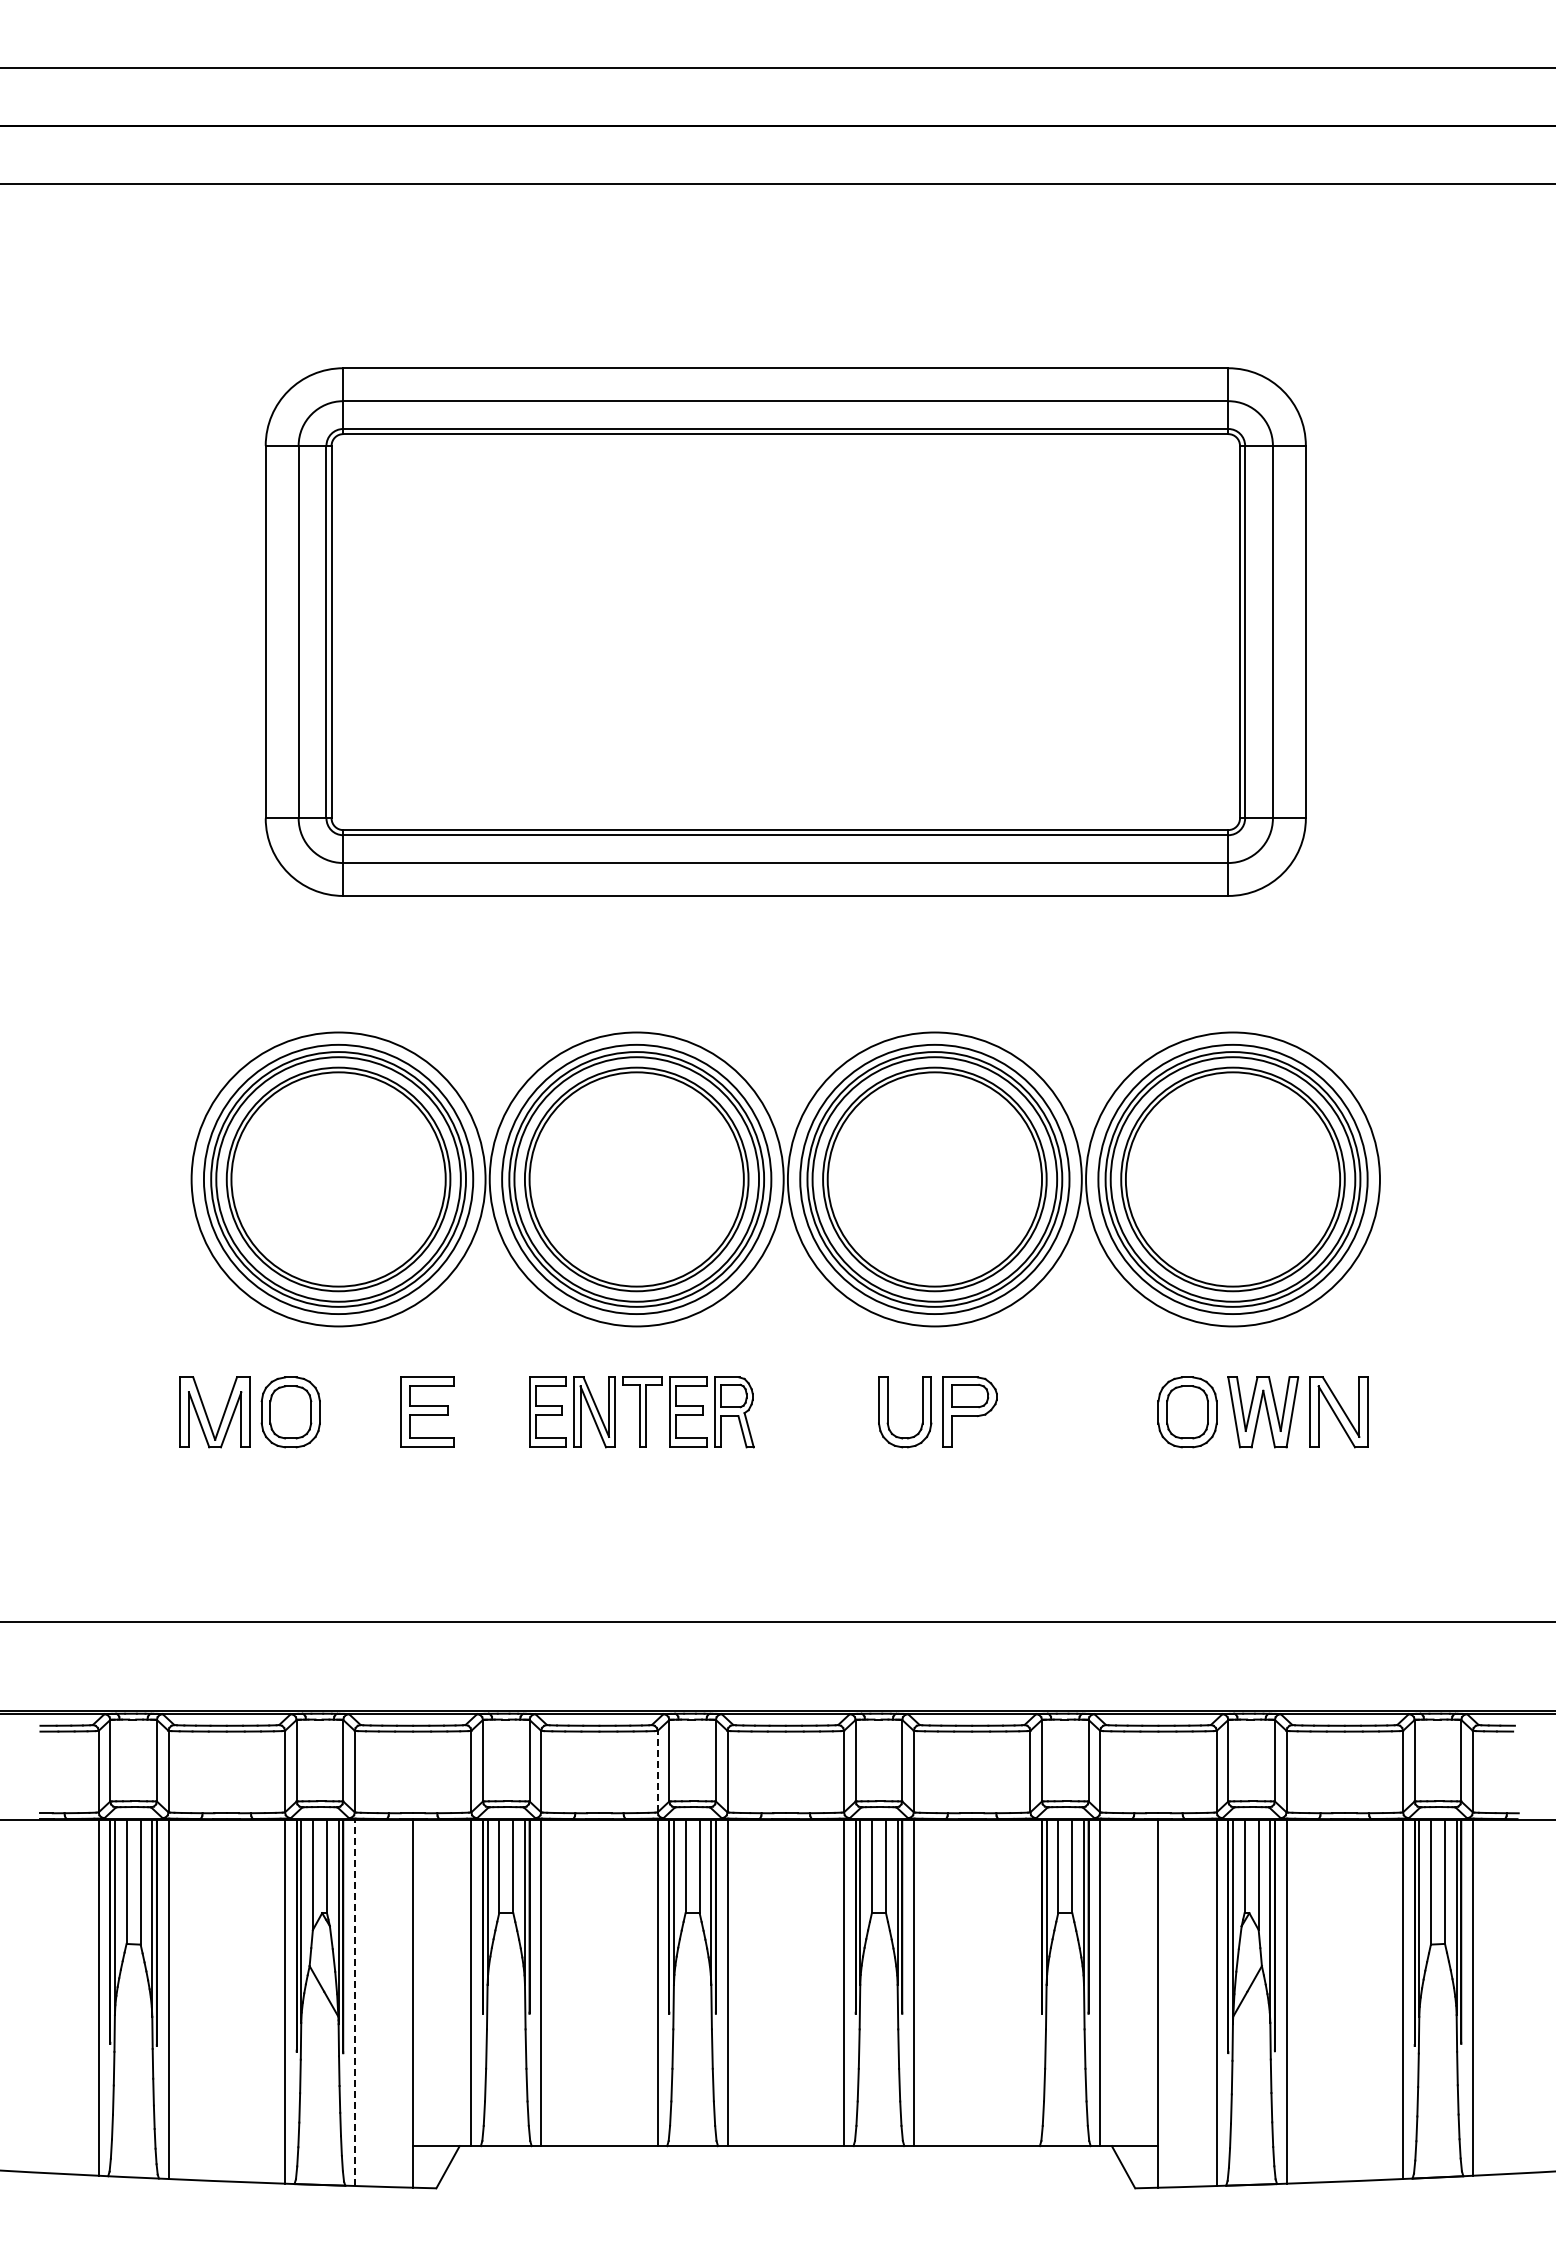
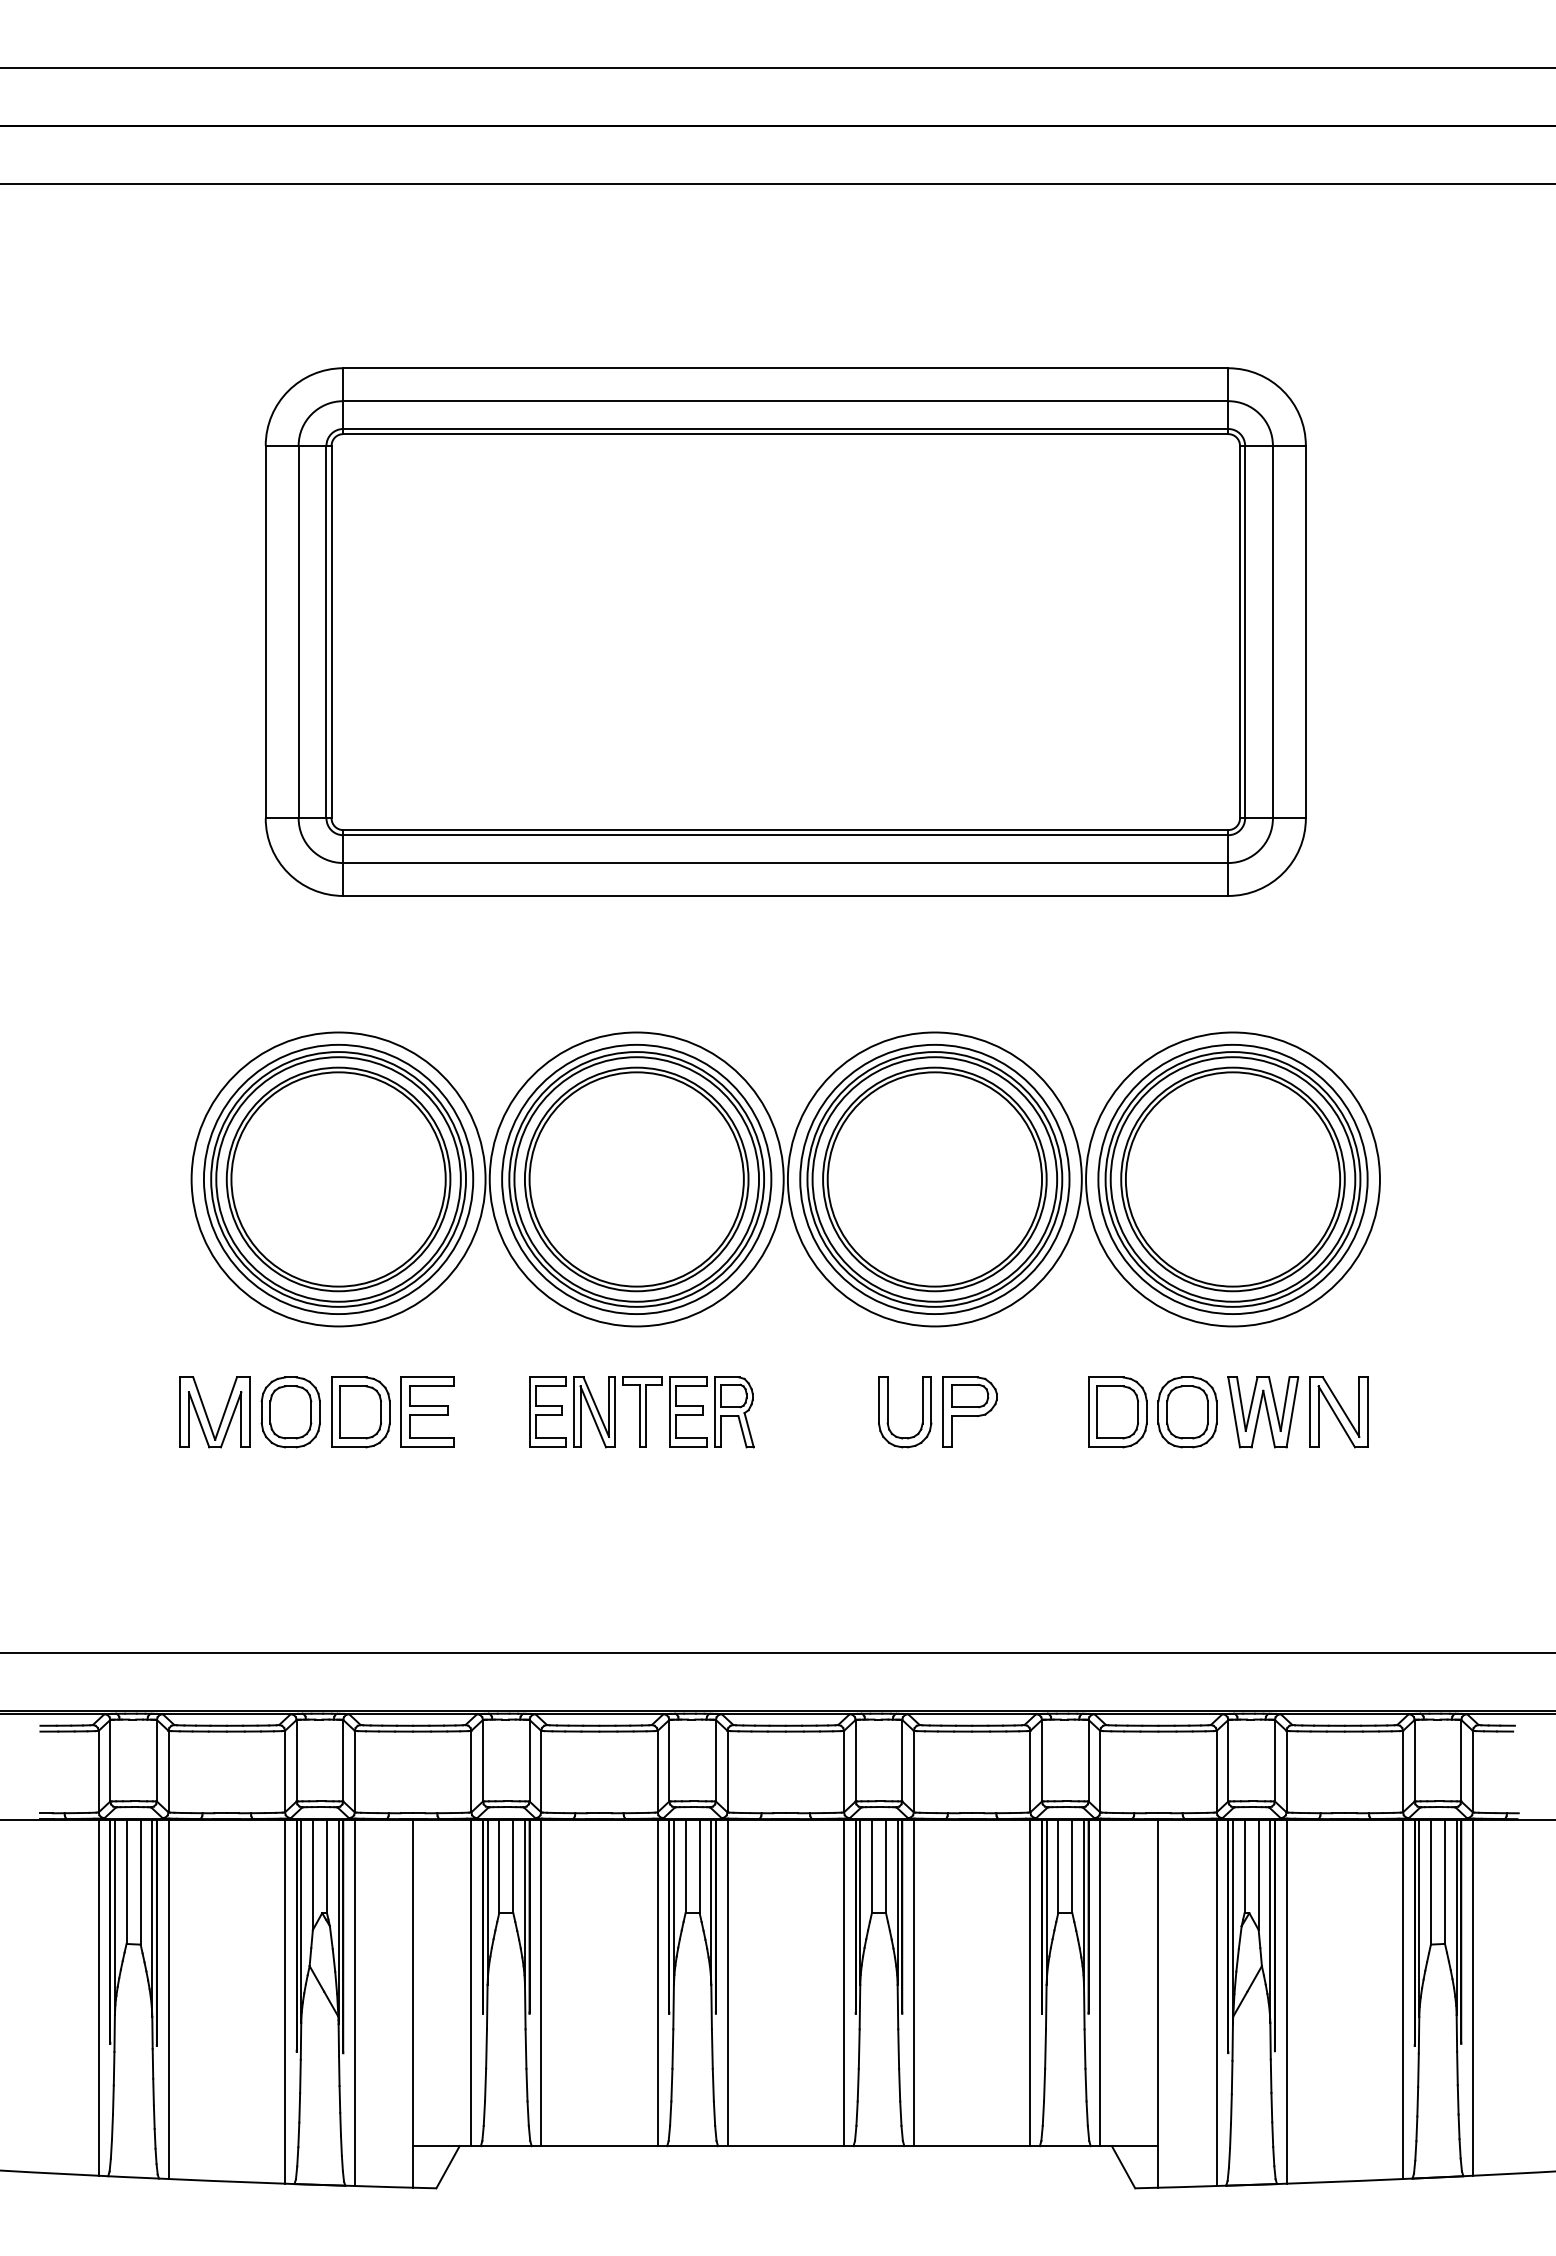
part at (360, 1412): none -> present
part at (1117, 1412): none -> present
line at (777, 1622) position: (777, 1622) -> (777, 1653)
line at (657, 1771): dashed -> solid
line at (1030, 1983): none -> present
line at (354, 2002): dashed -> solid
